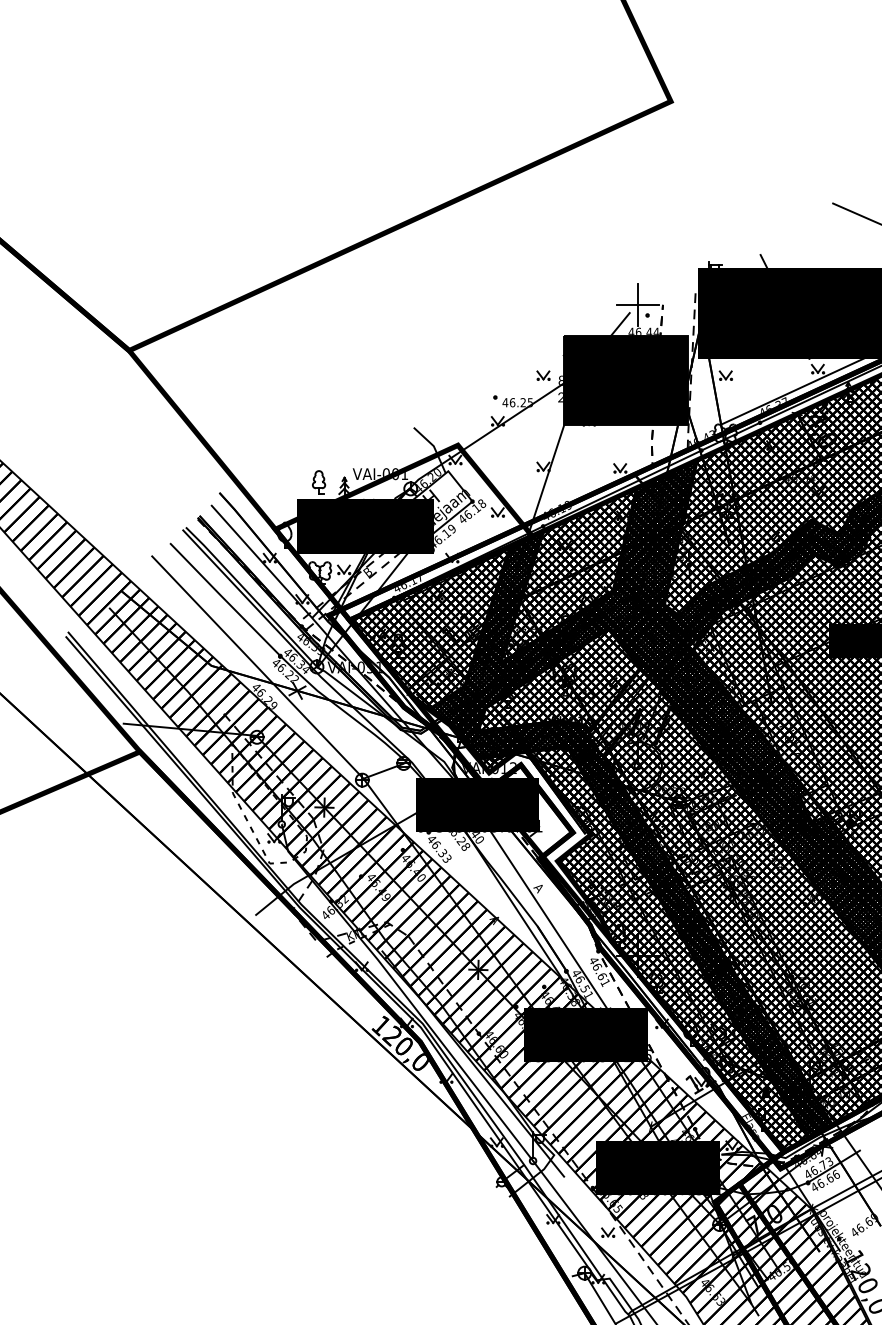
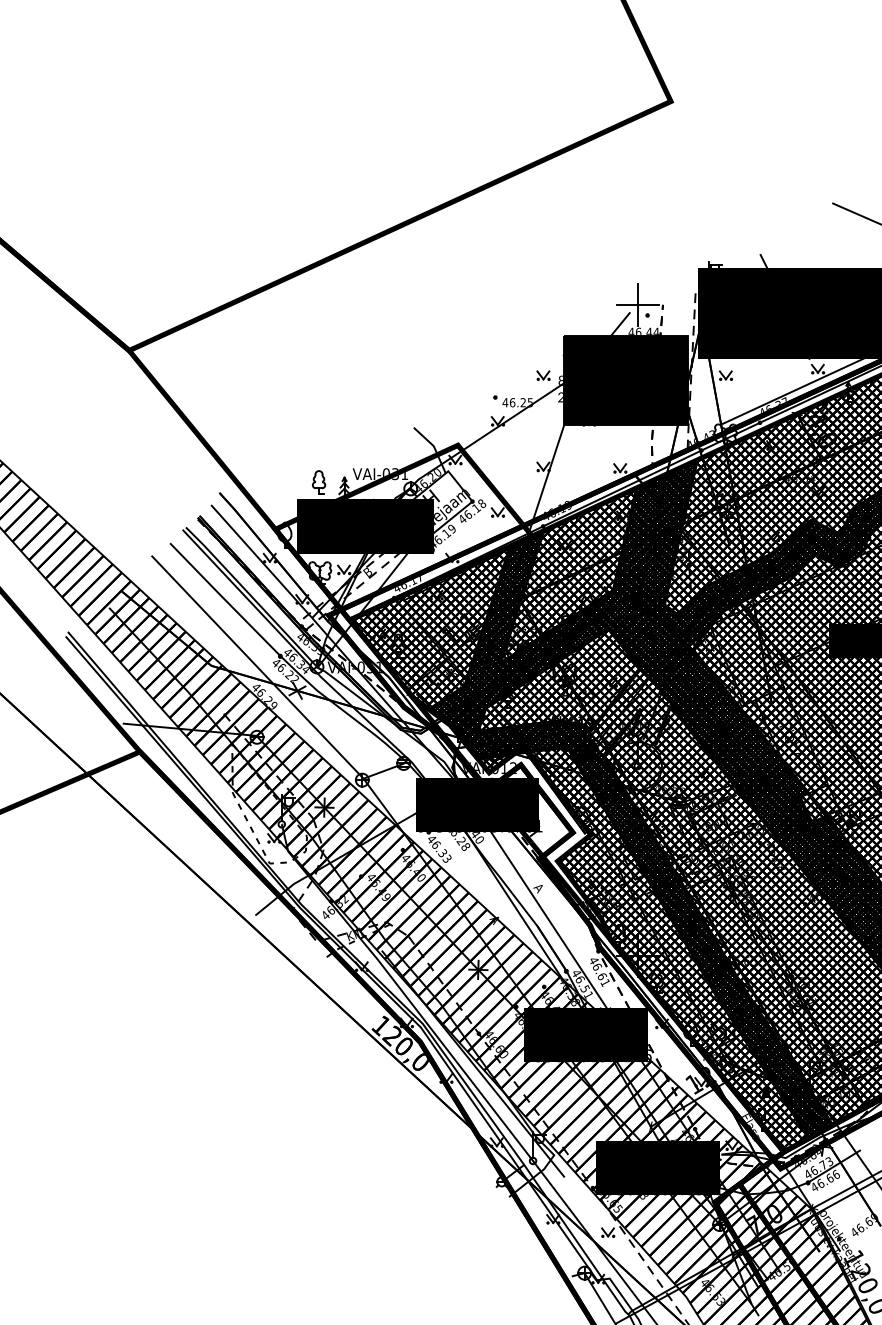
text at (395, 474): VAI-001 -> VAI-031
